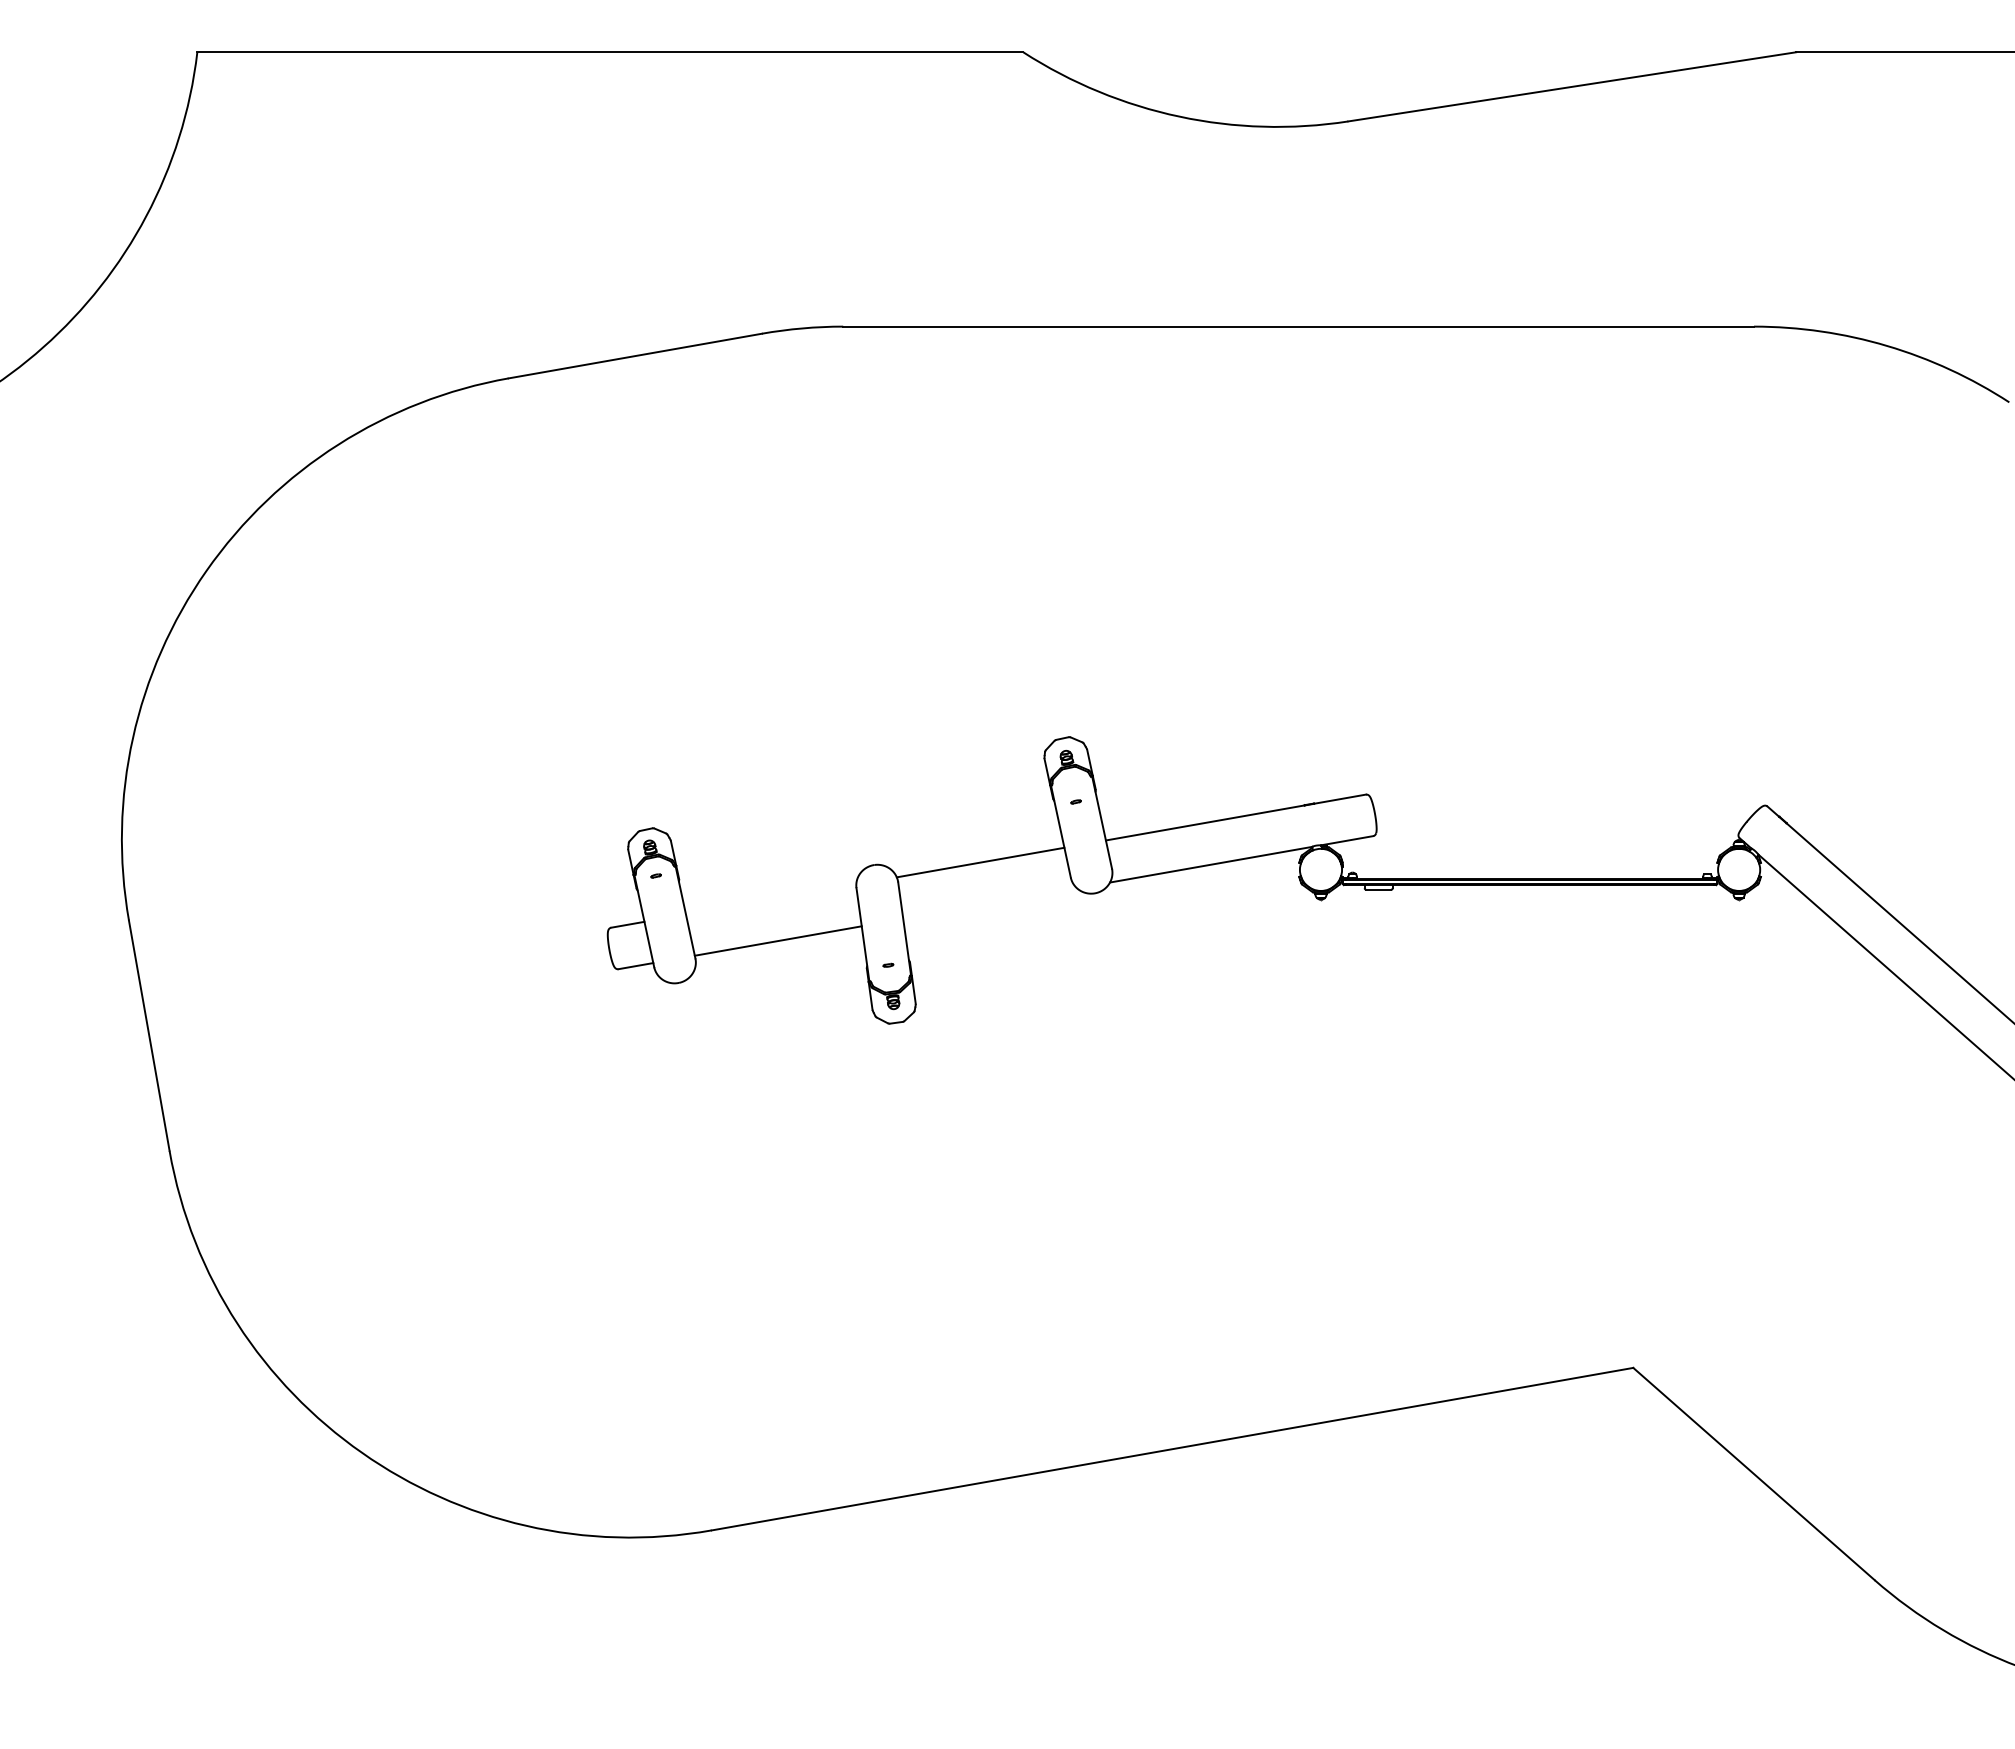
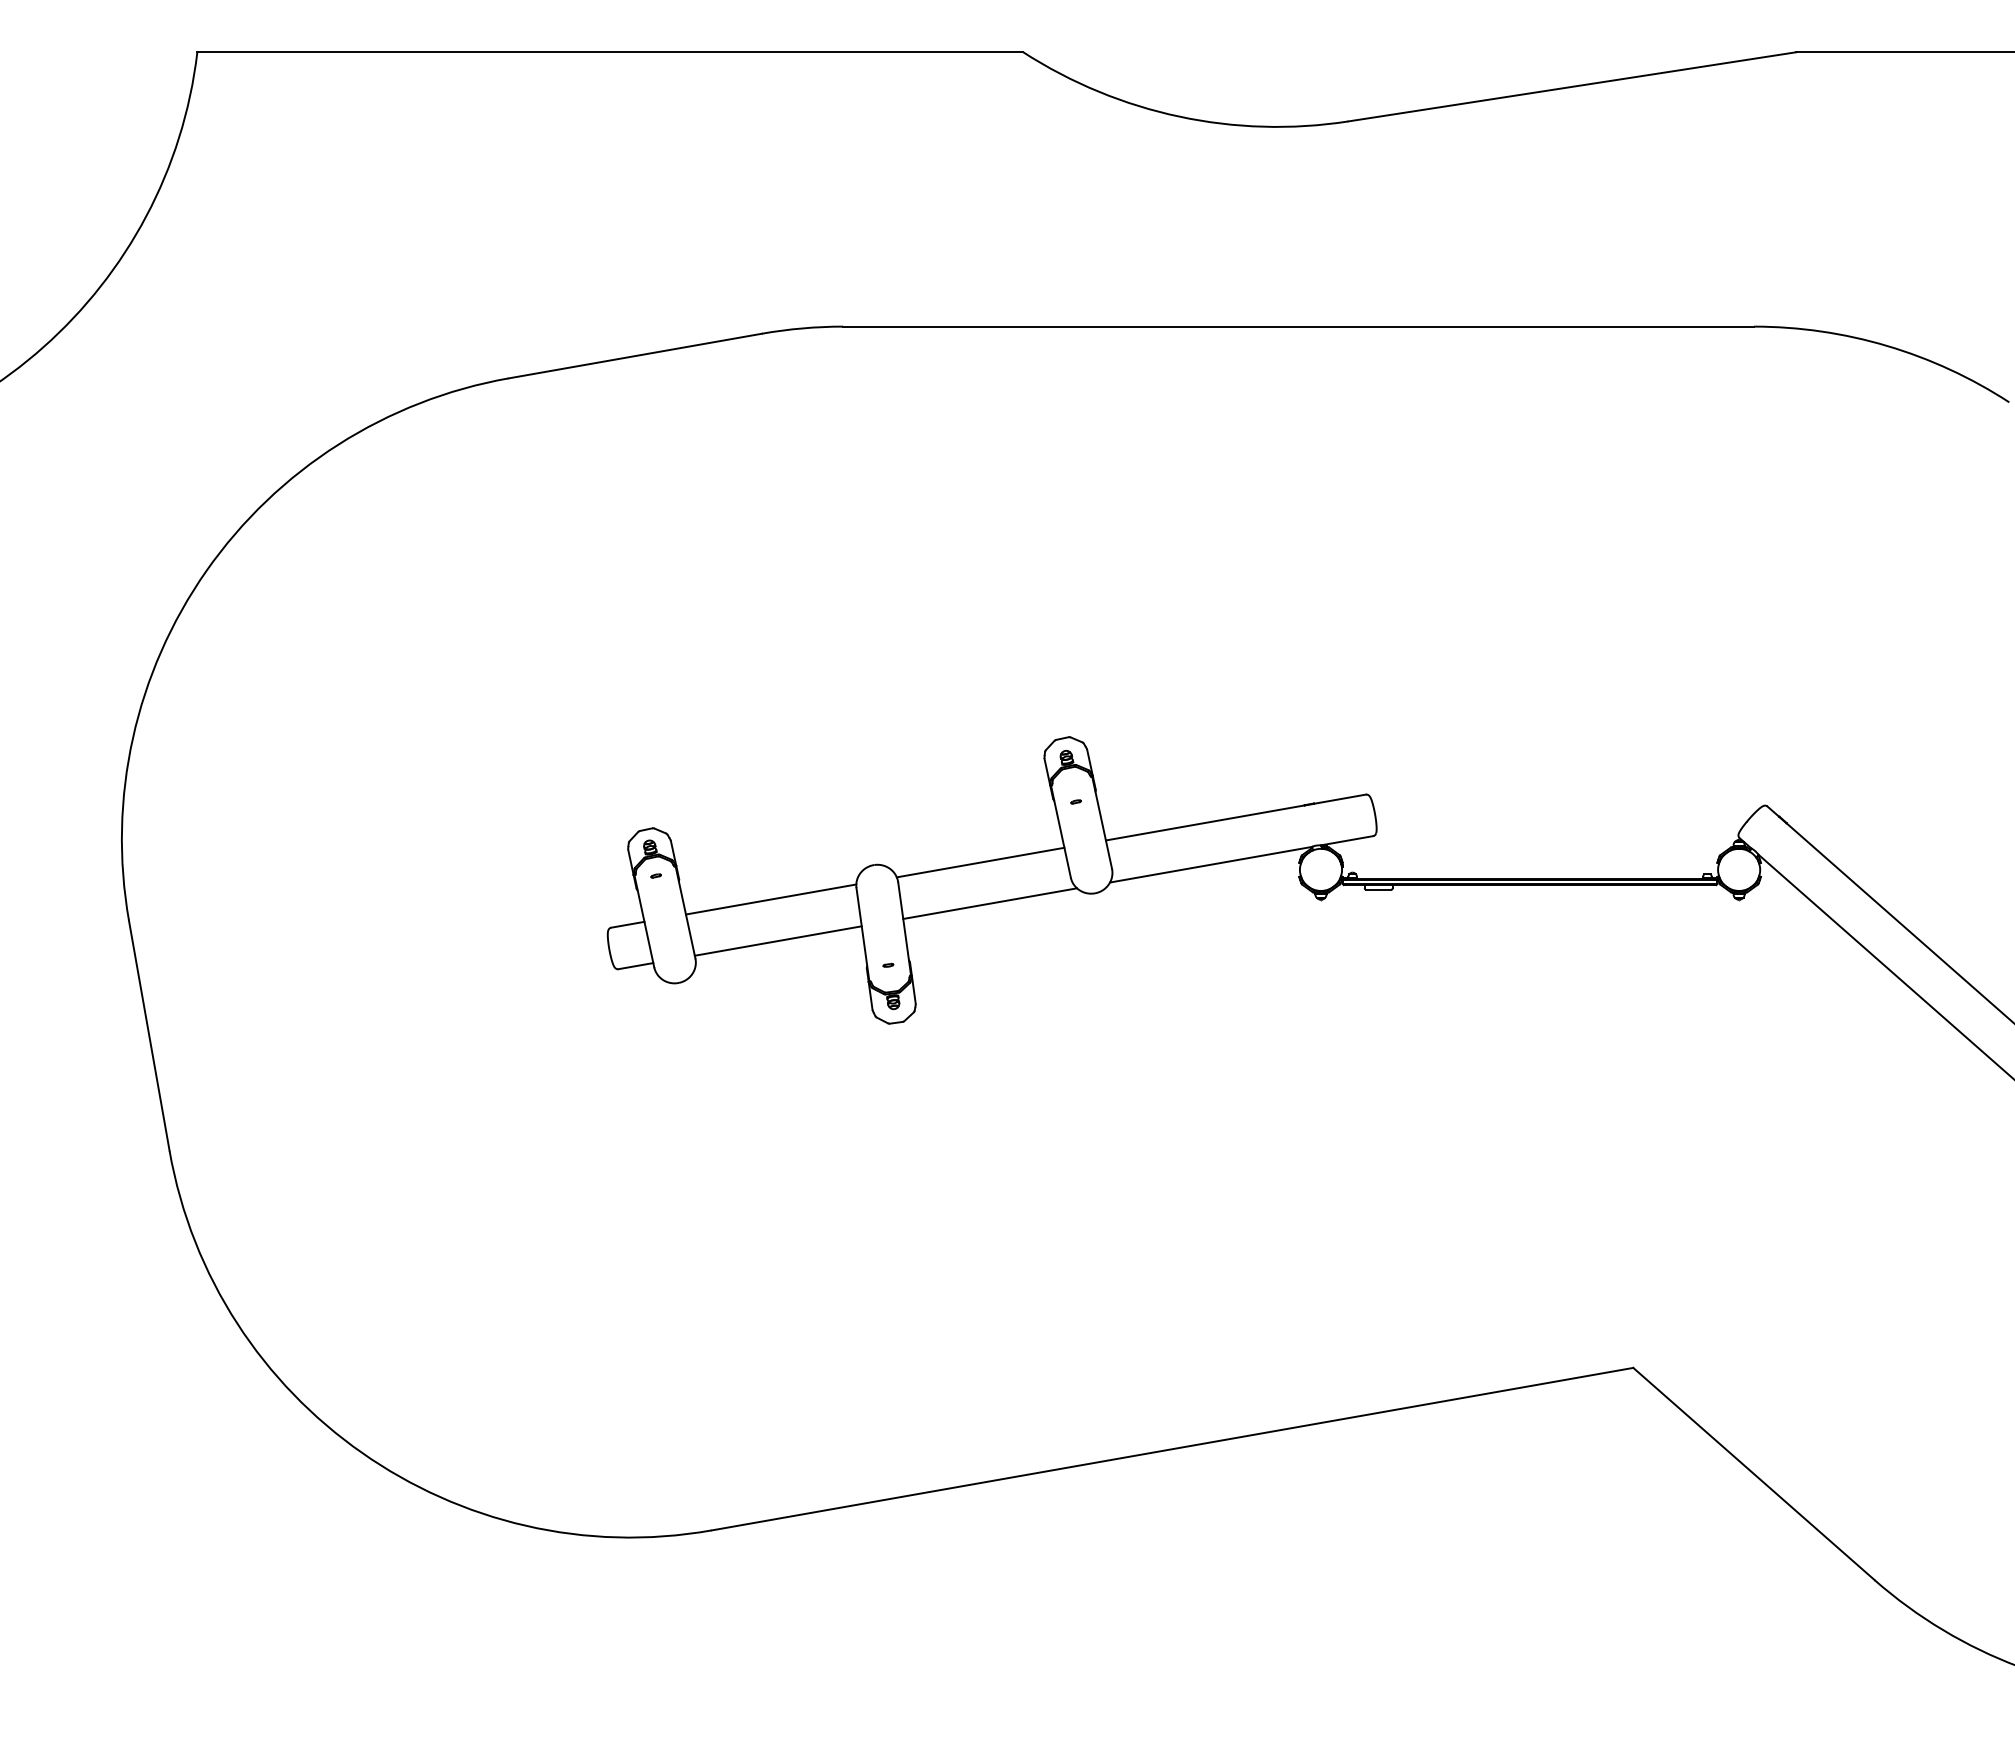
line at (771, 899): none -> present
line at (990, 903): none -> present
